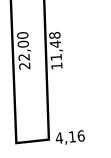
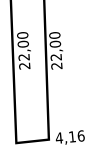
text at (55, 50): 11,48 -> 22,00
